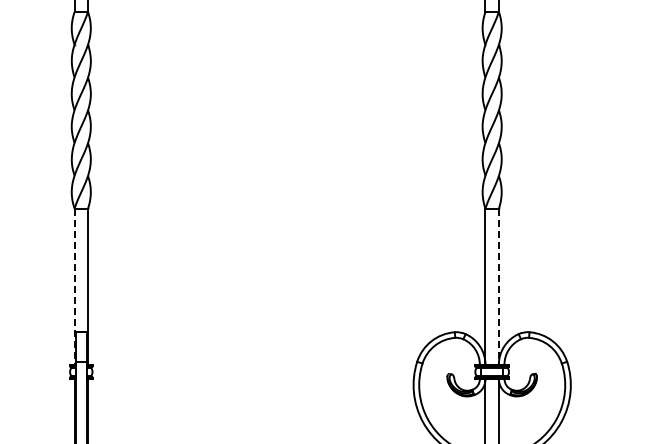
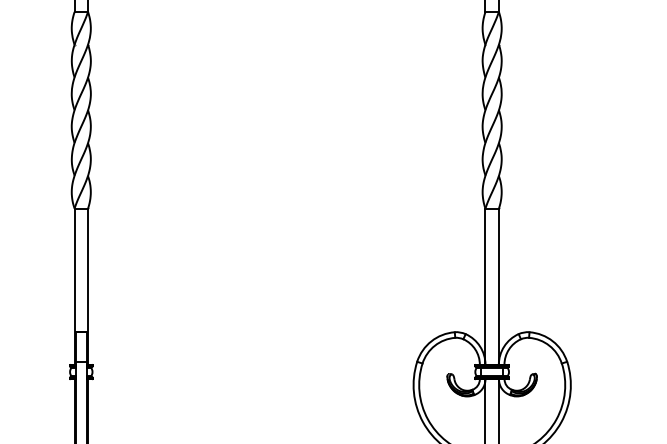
line at (74, 287): dashed -> solid
line at (498, 287): dashed -> solid
